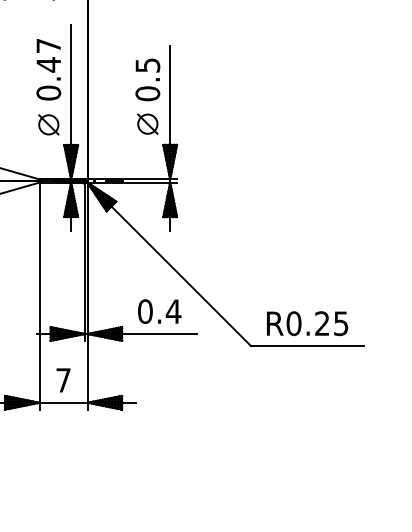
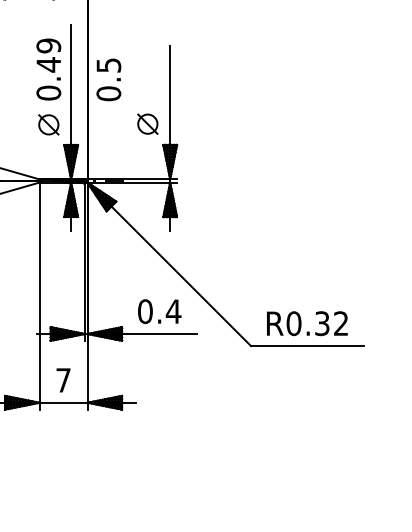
text at (48, 45): 0.47 -> 0.49
text at (147, 79) position: (147, 79) -> (108, 79)
text at (331, 323): R0.25 -> R0.32
